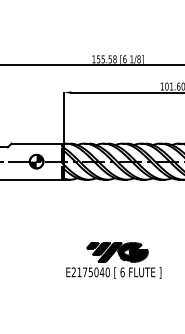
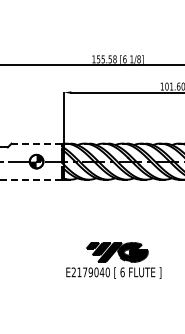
line at (36, 143): solid -> dashed
line at (31, 179): solid -> dashed
text at (90, 271): E2175040 -> E2179040
